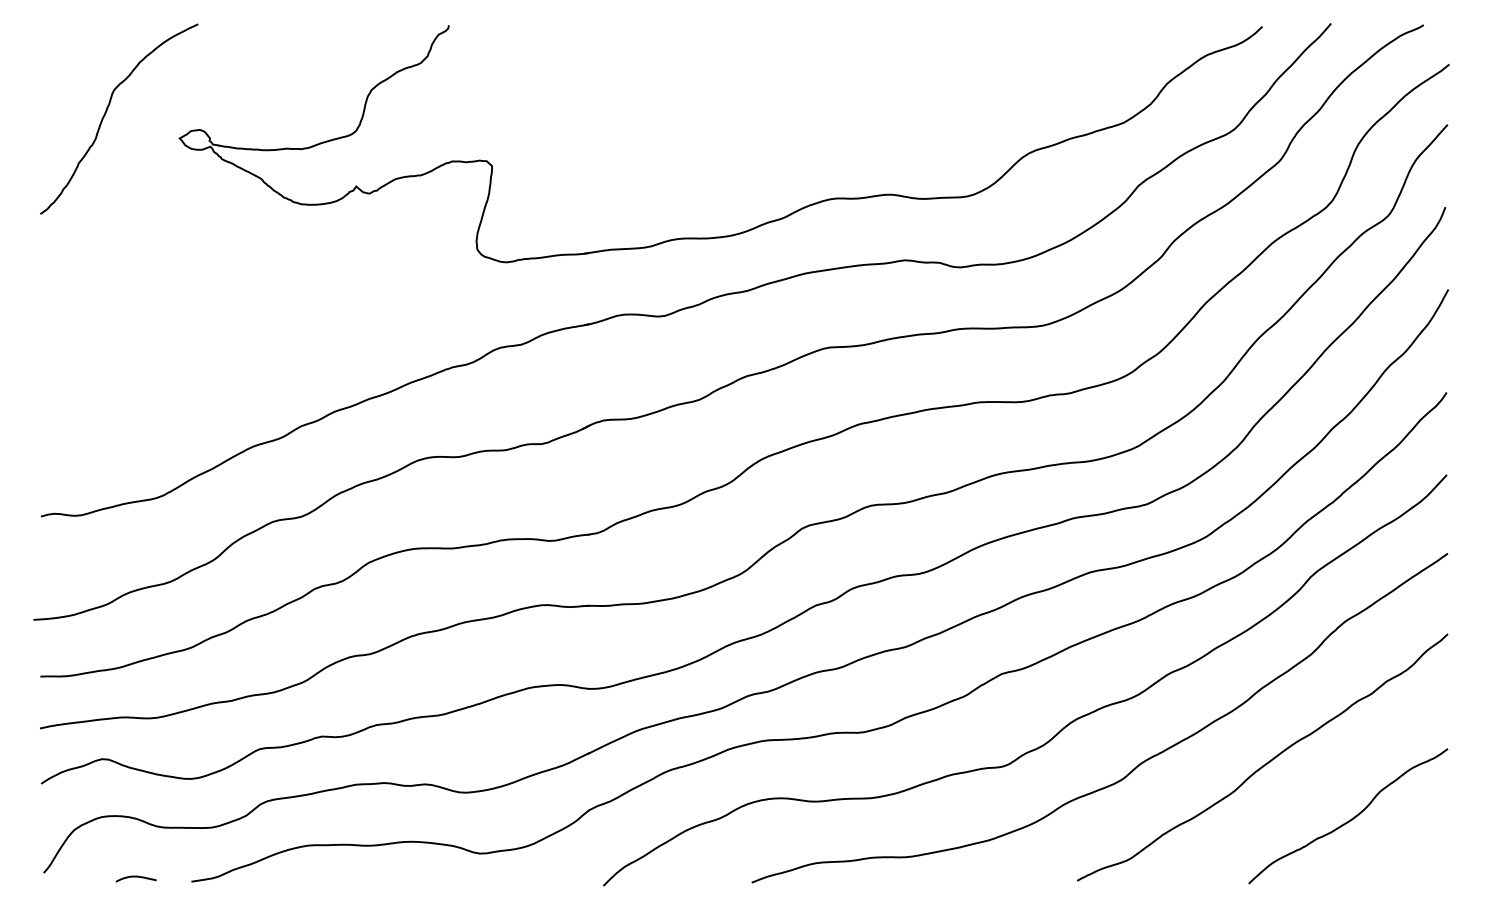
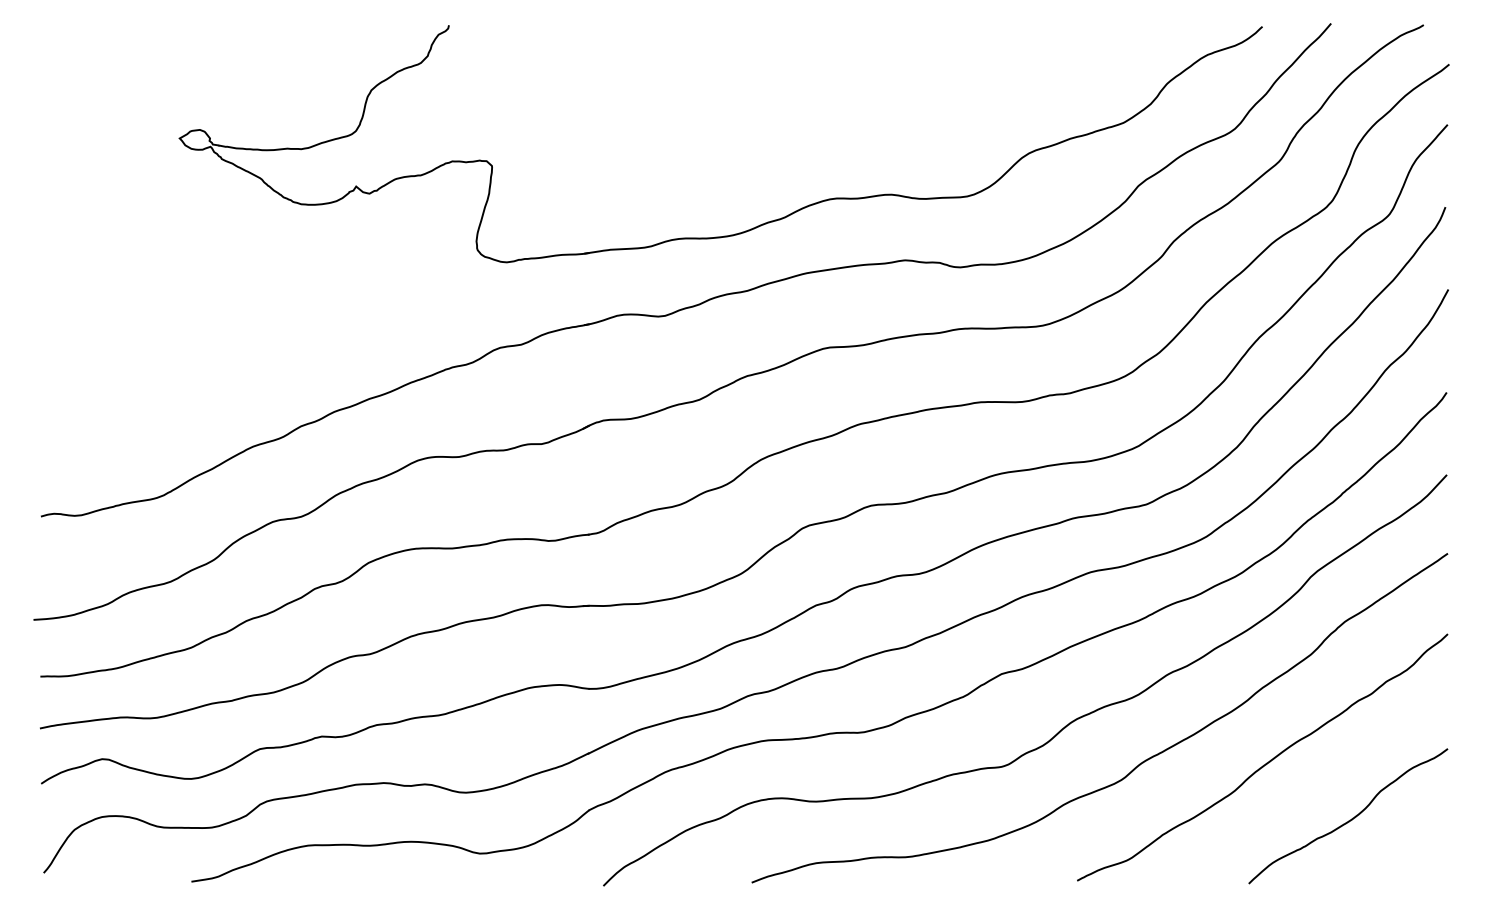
curve at (107, 111): present -> none
curve at (135, 877): present -> none
